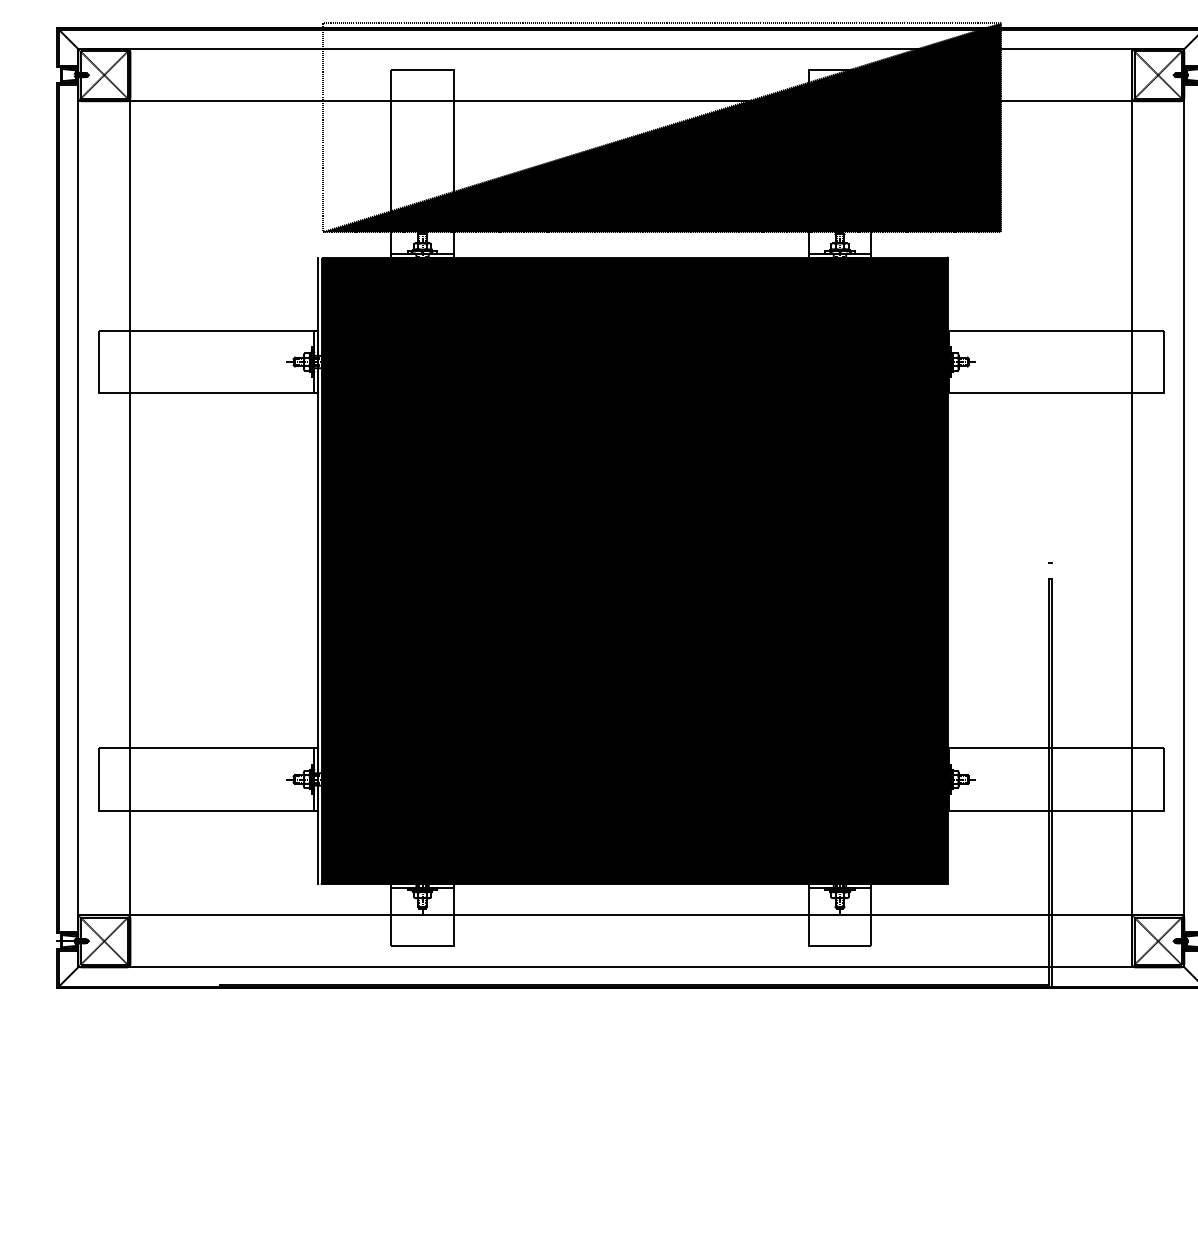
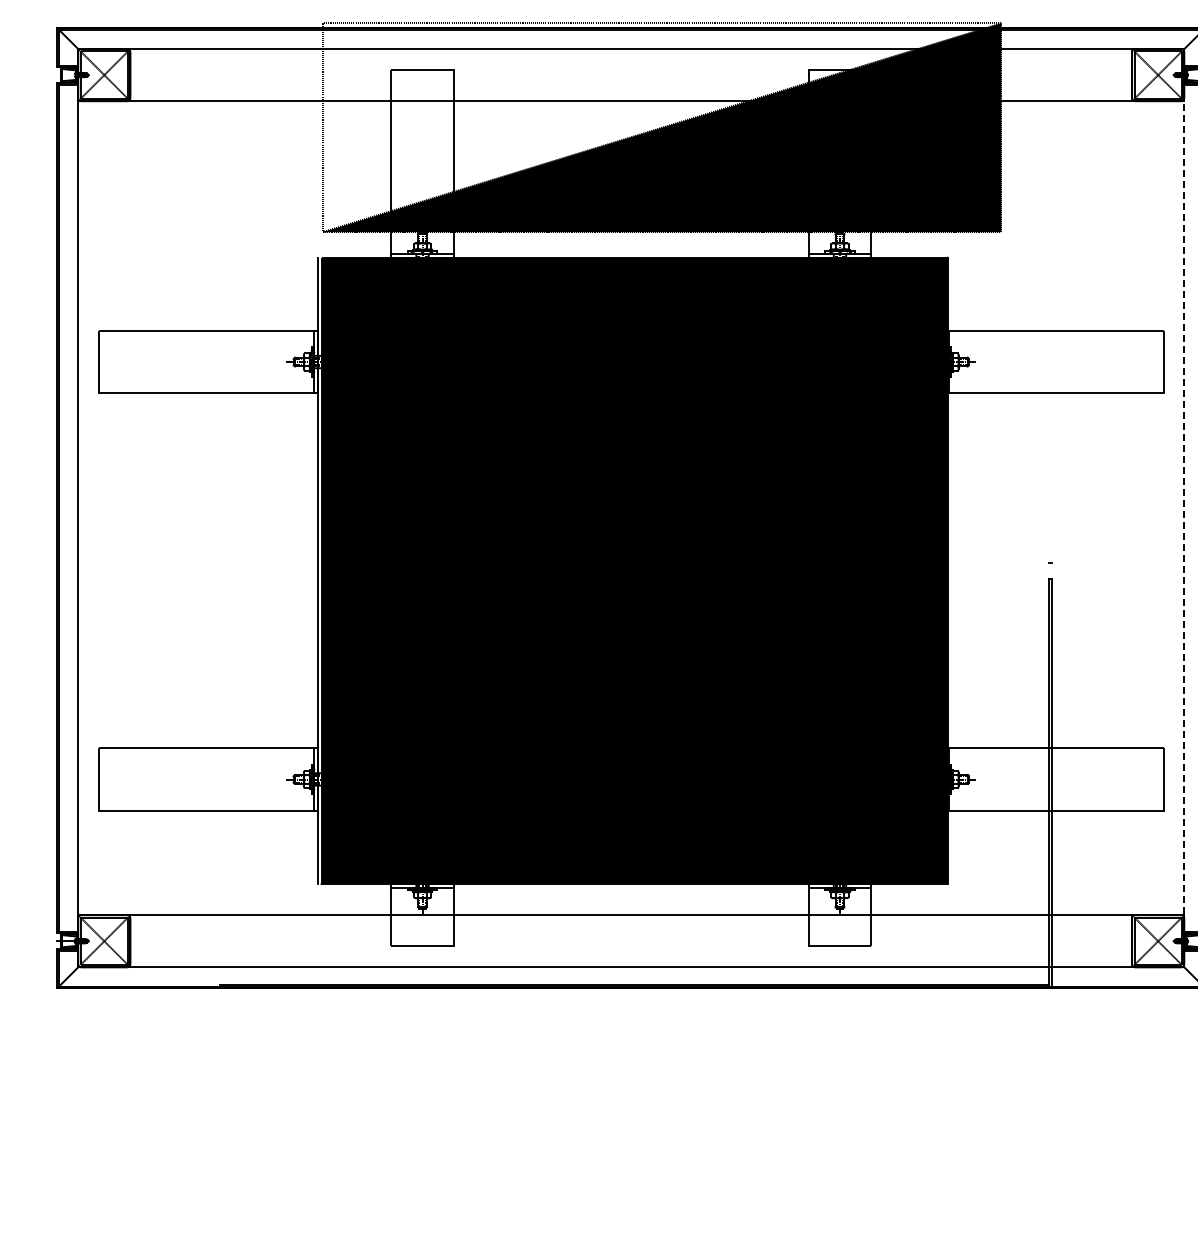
line at (130, 508): present -> none
line at (1132, 508): present -> none
line at (1184, 508): solid -> dashed
